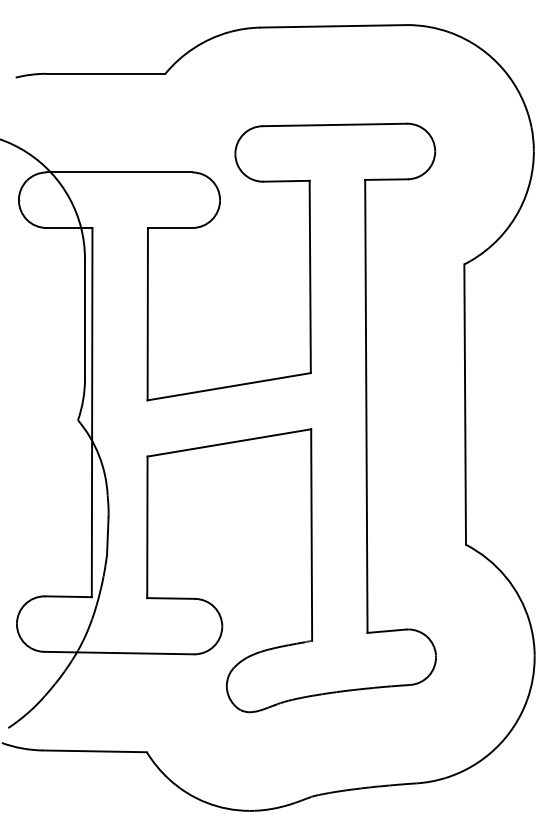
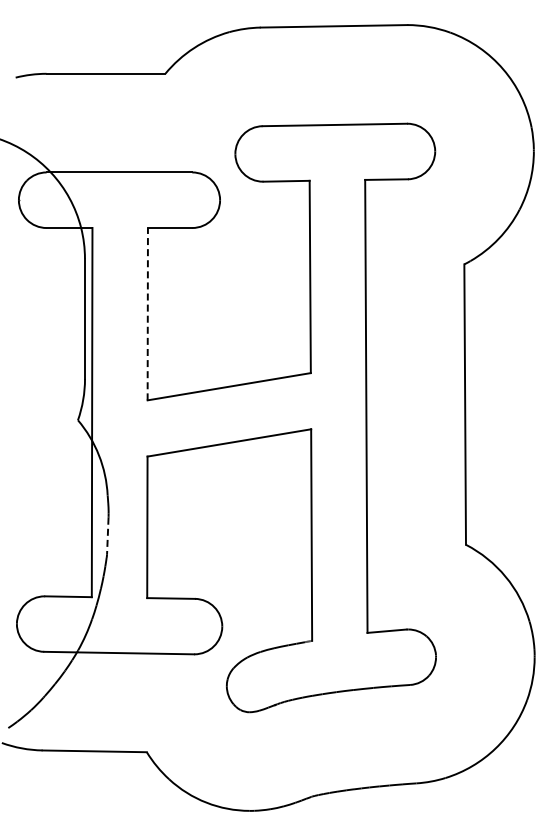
line at (147, 313): solid -> dashed
line at (107, 536): solid -> dashed
